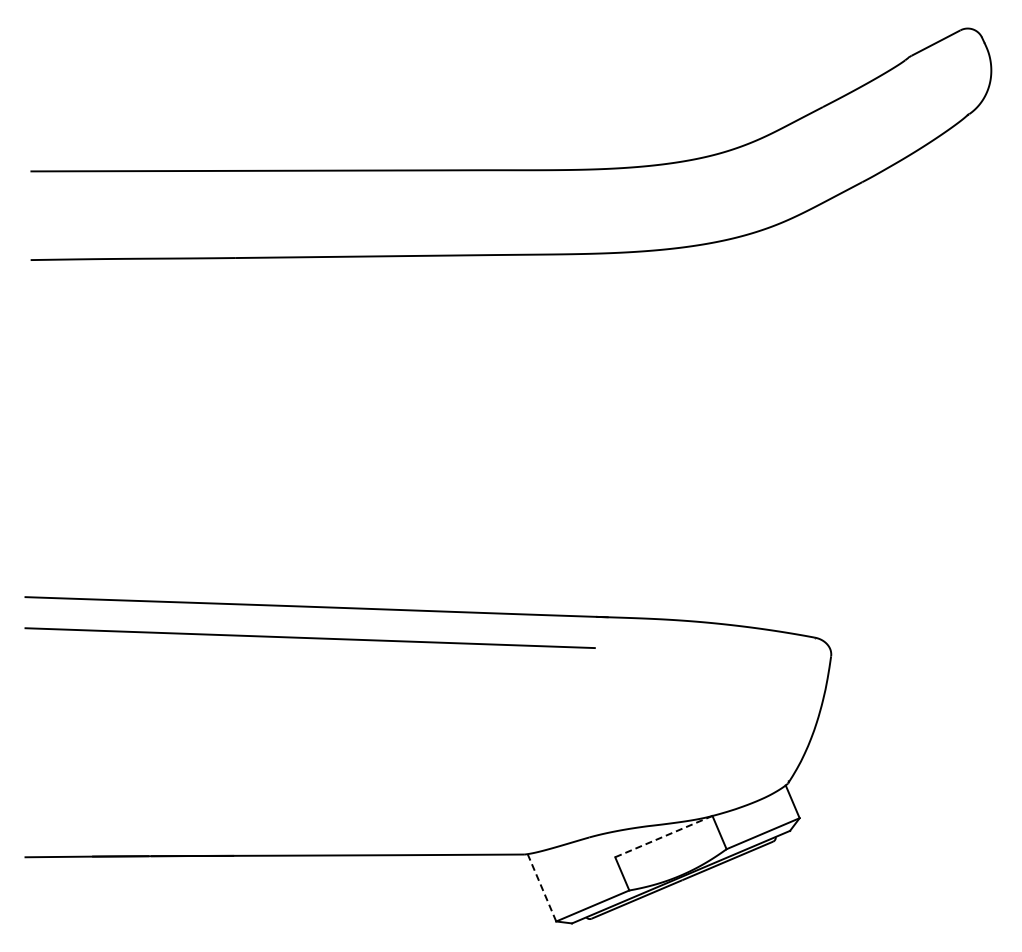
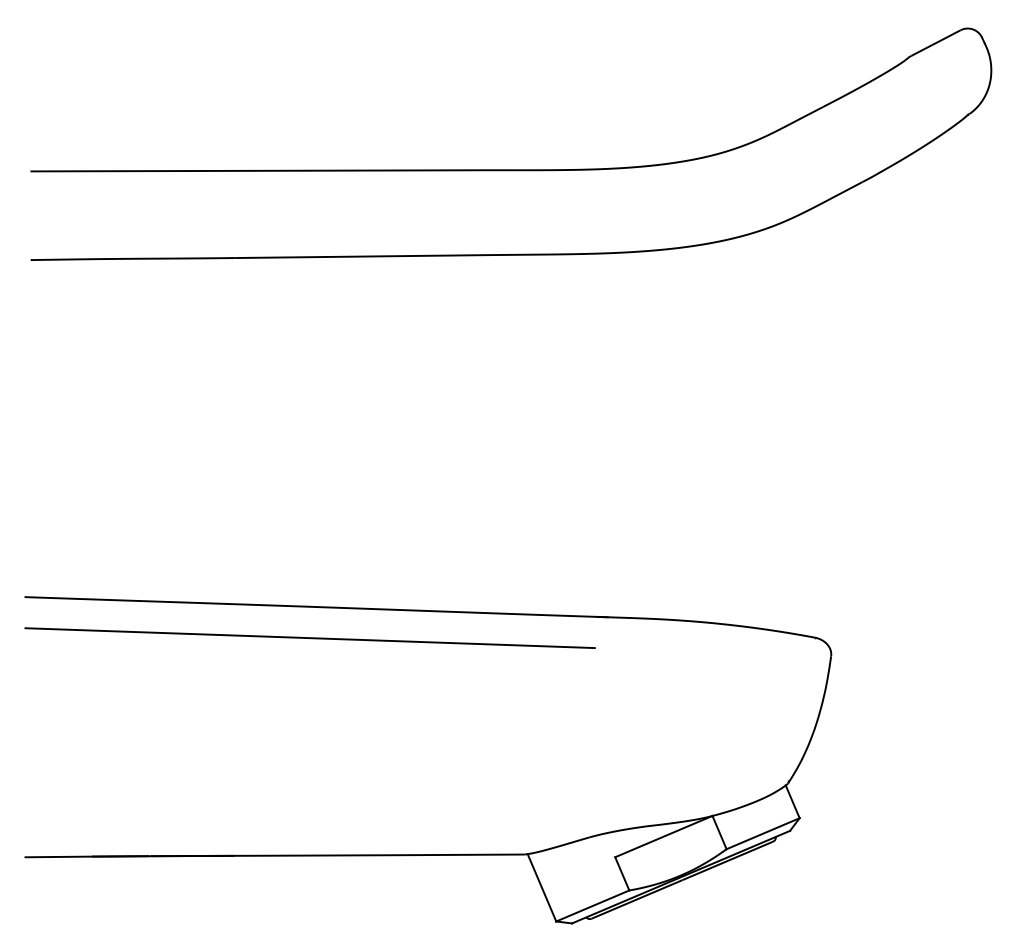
line at (663, 836): dashed -> solid
line at (541, 887): dashed -> solid
